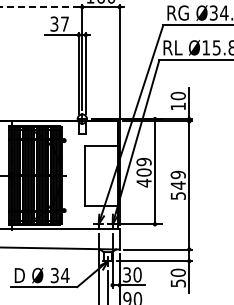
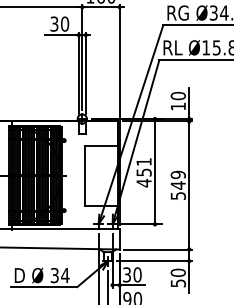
line at (40, 7): dashed -> solid
text at (64, 23): 37 -> 30
text at (143, 167): 409 -> 451
